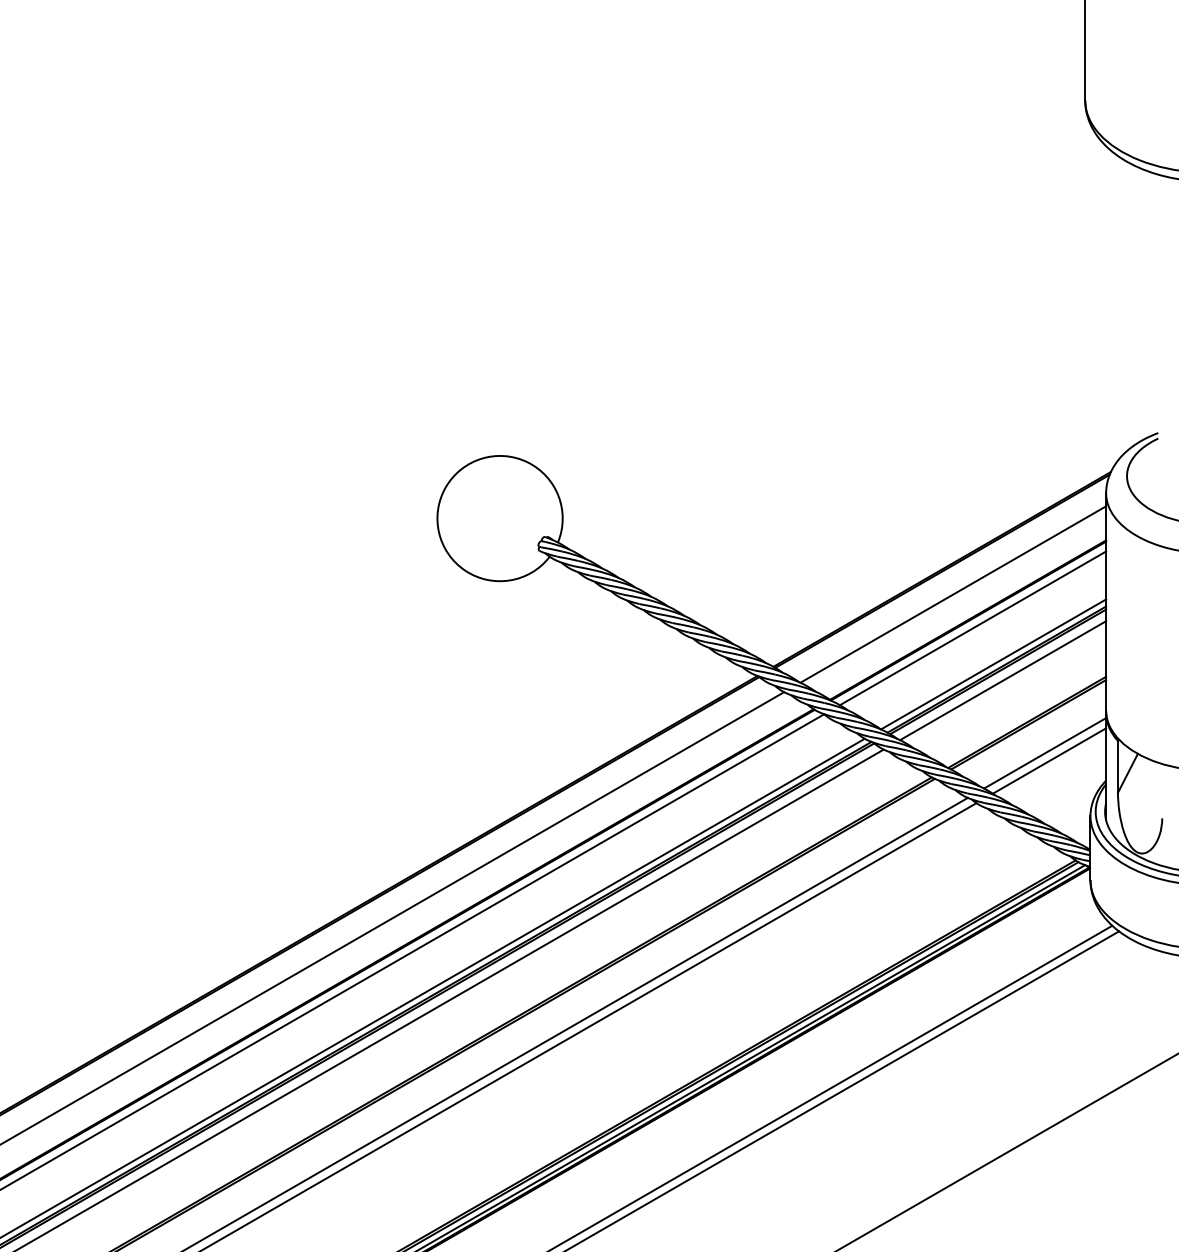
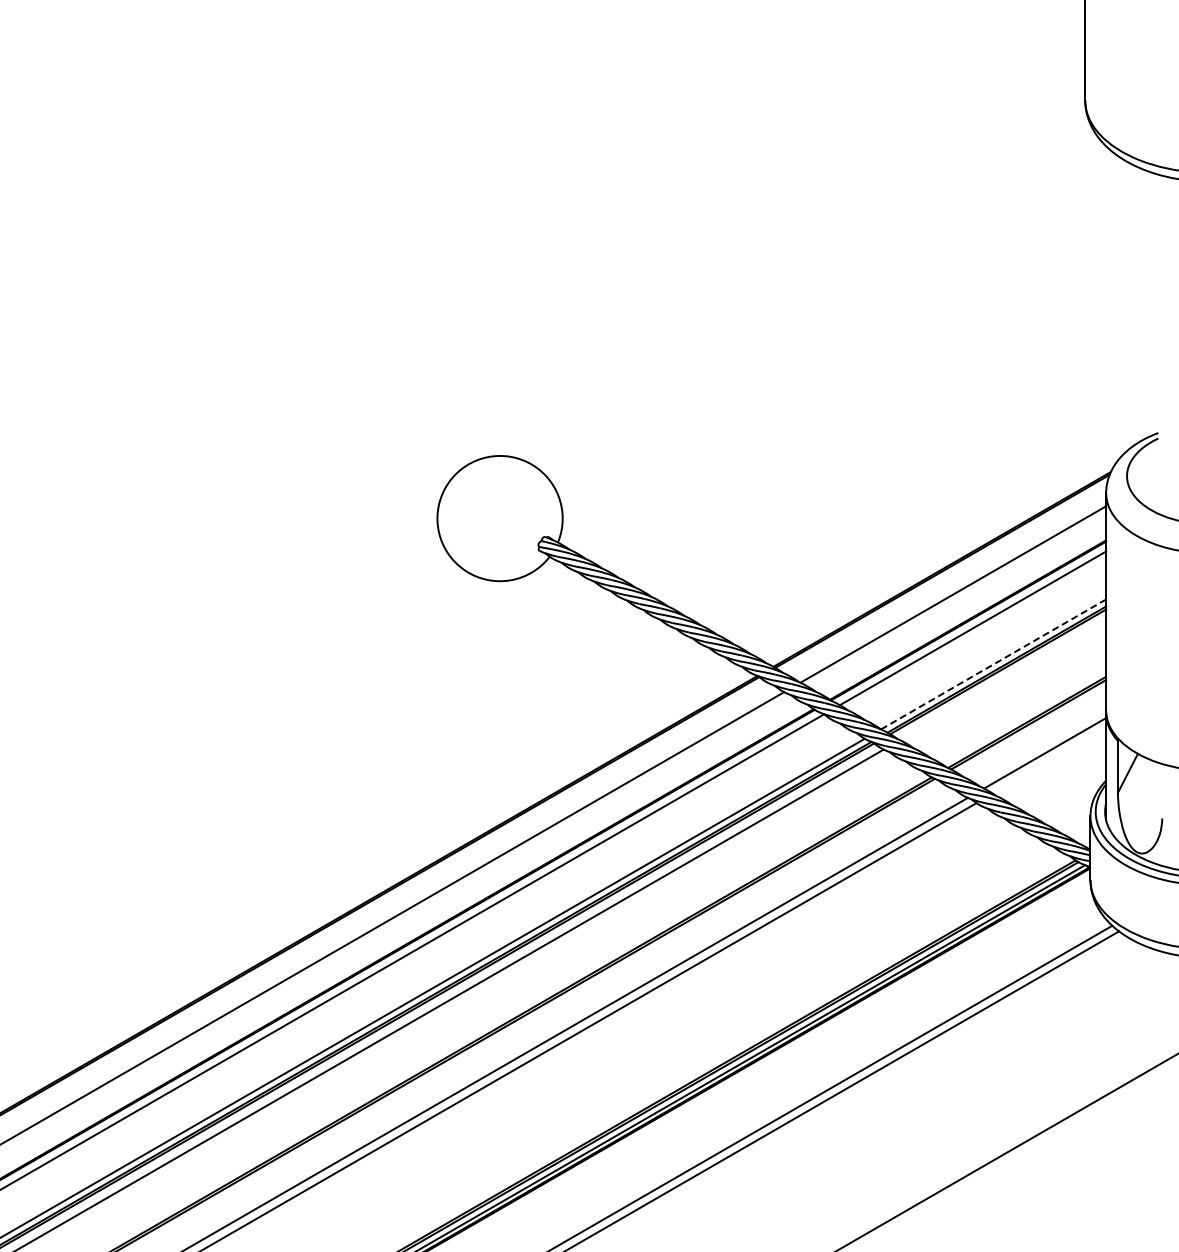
line at (993, 664): solid -> dashed
line at (1003, 680): present -> none
line at (1049, 760): present -> none
